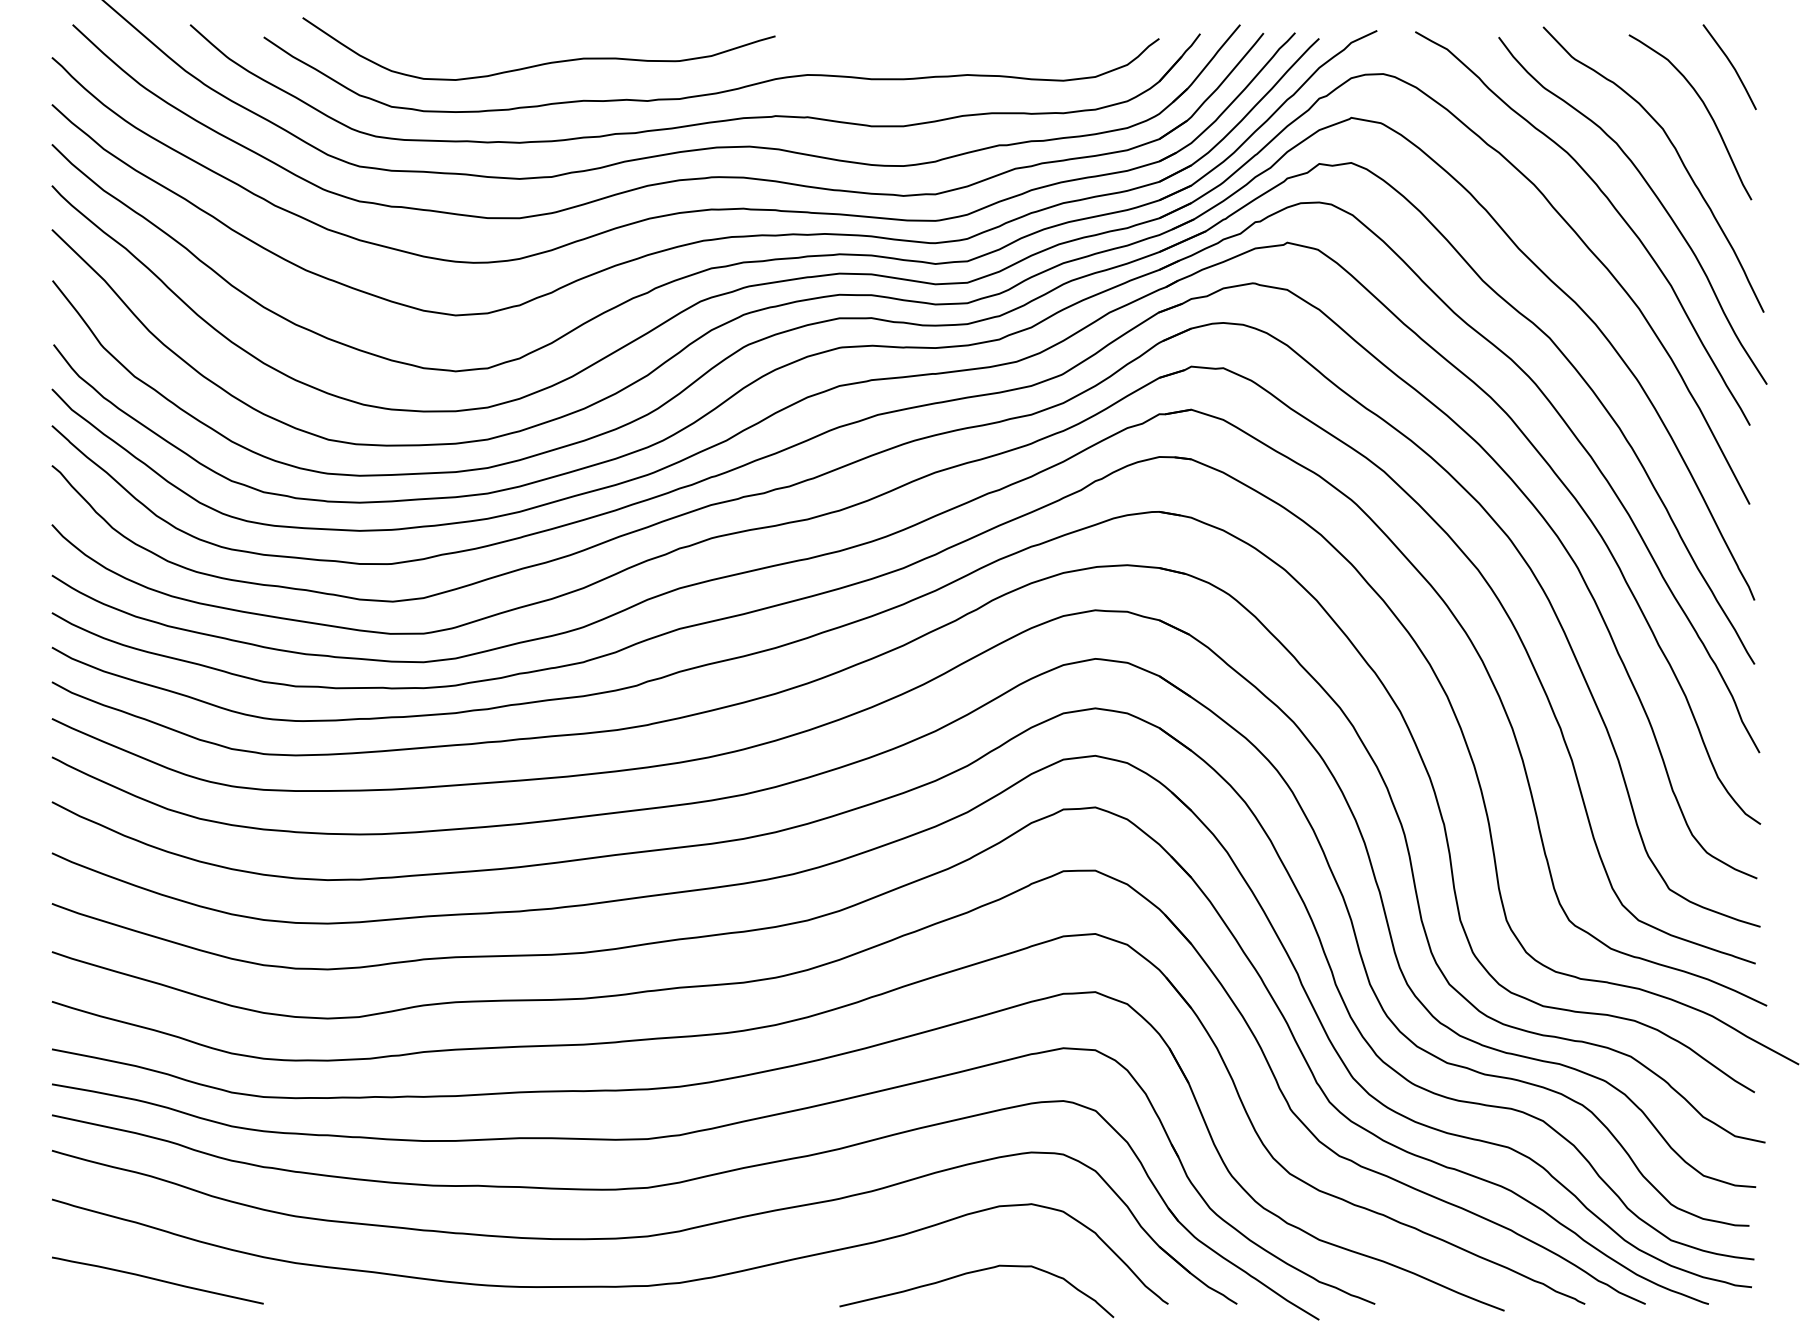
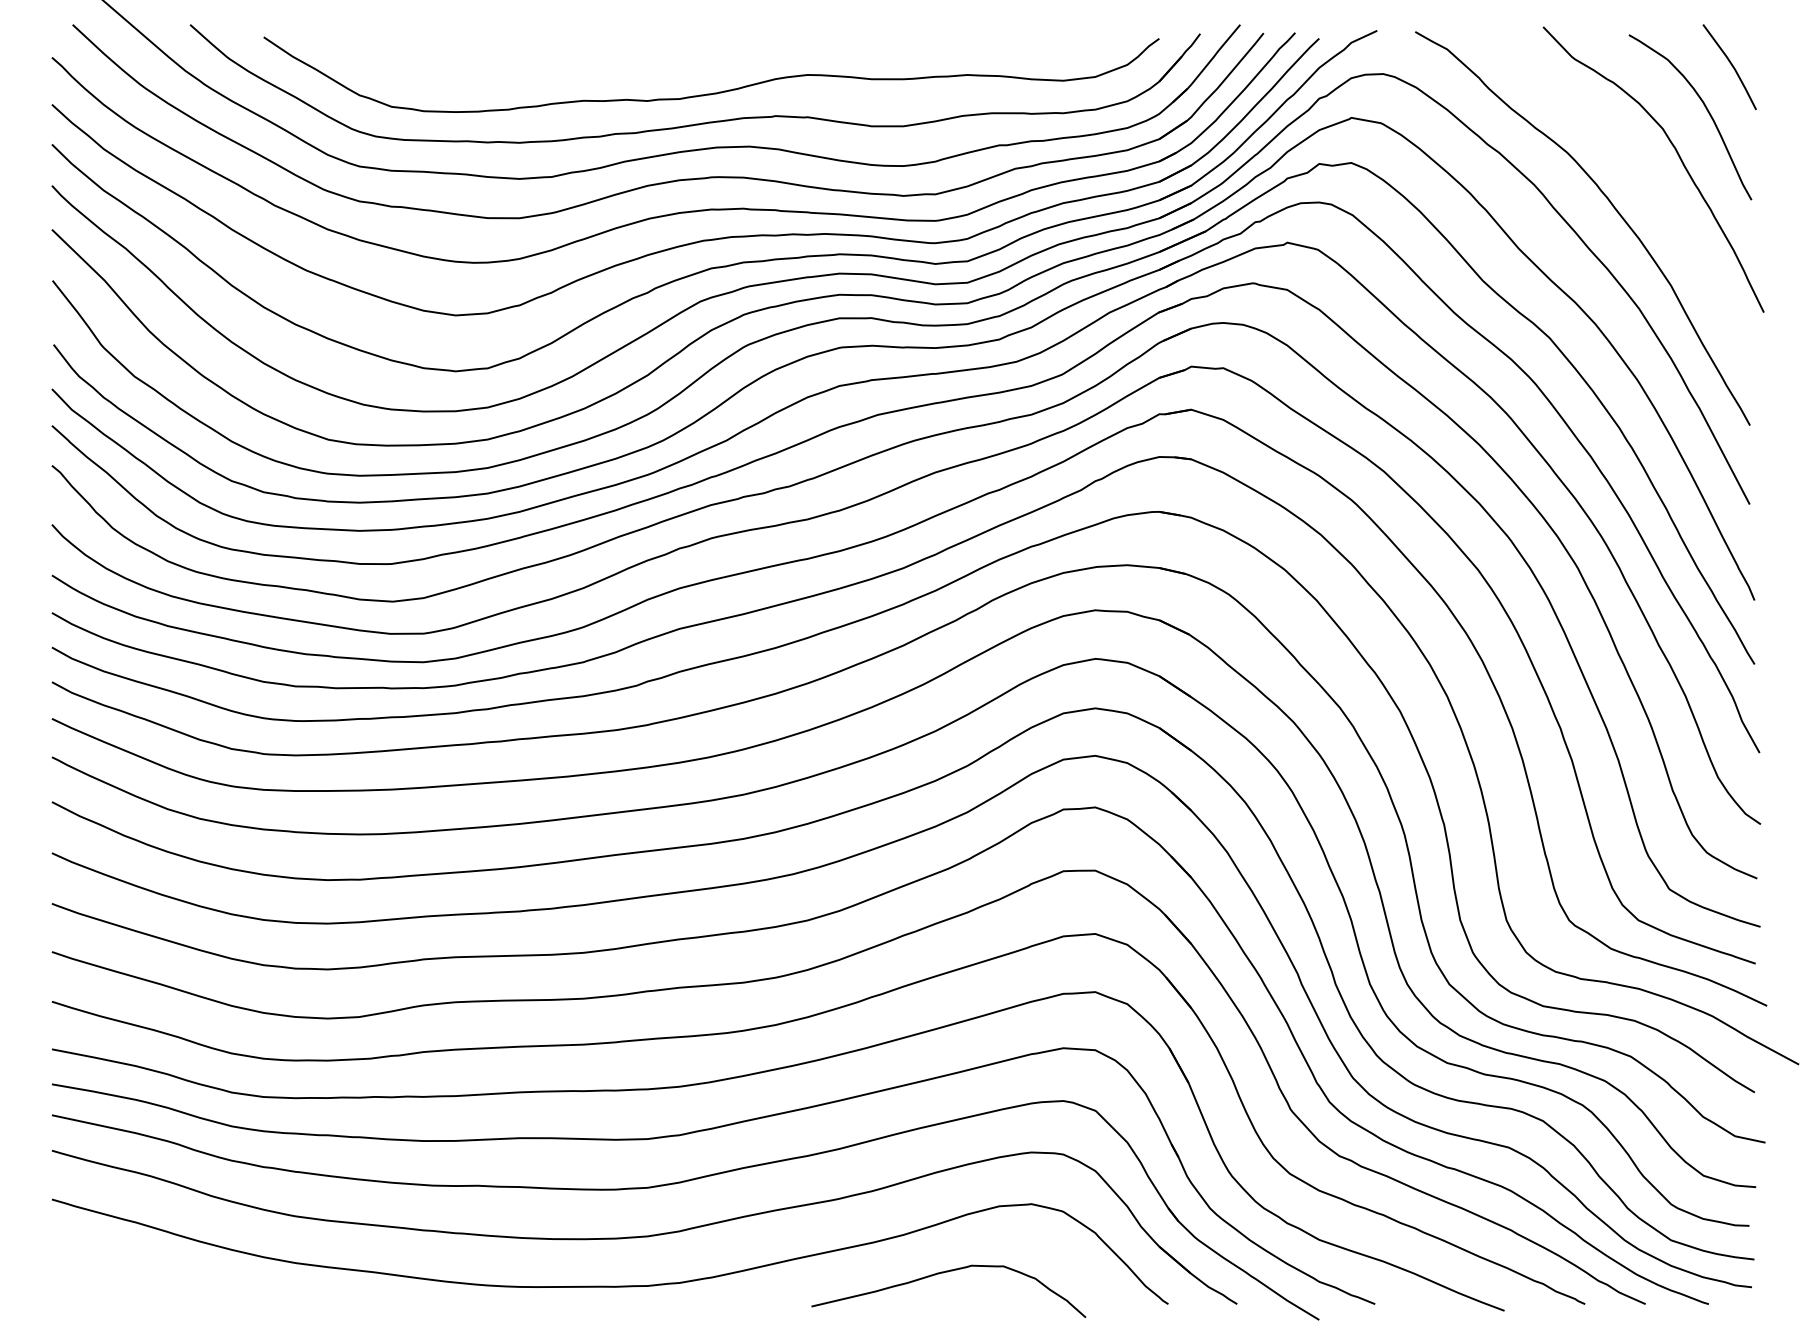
curve at (541, 63): present -> none
curve at (1654, 195): present -> none
curve at (971, 1273) position: (971, 1273) -> (943, 1273)
curve at (157, 1280): present -> none
